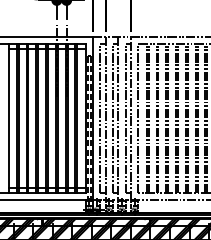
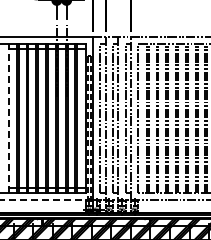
line at (8, 118): solid -> dashed
line at (47, 200): solid -> dashed
